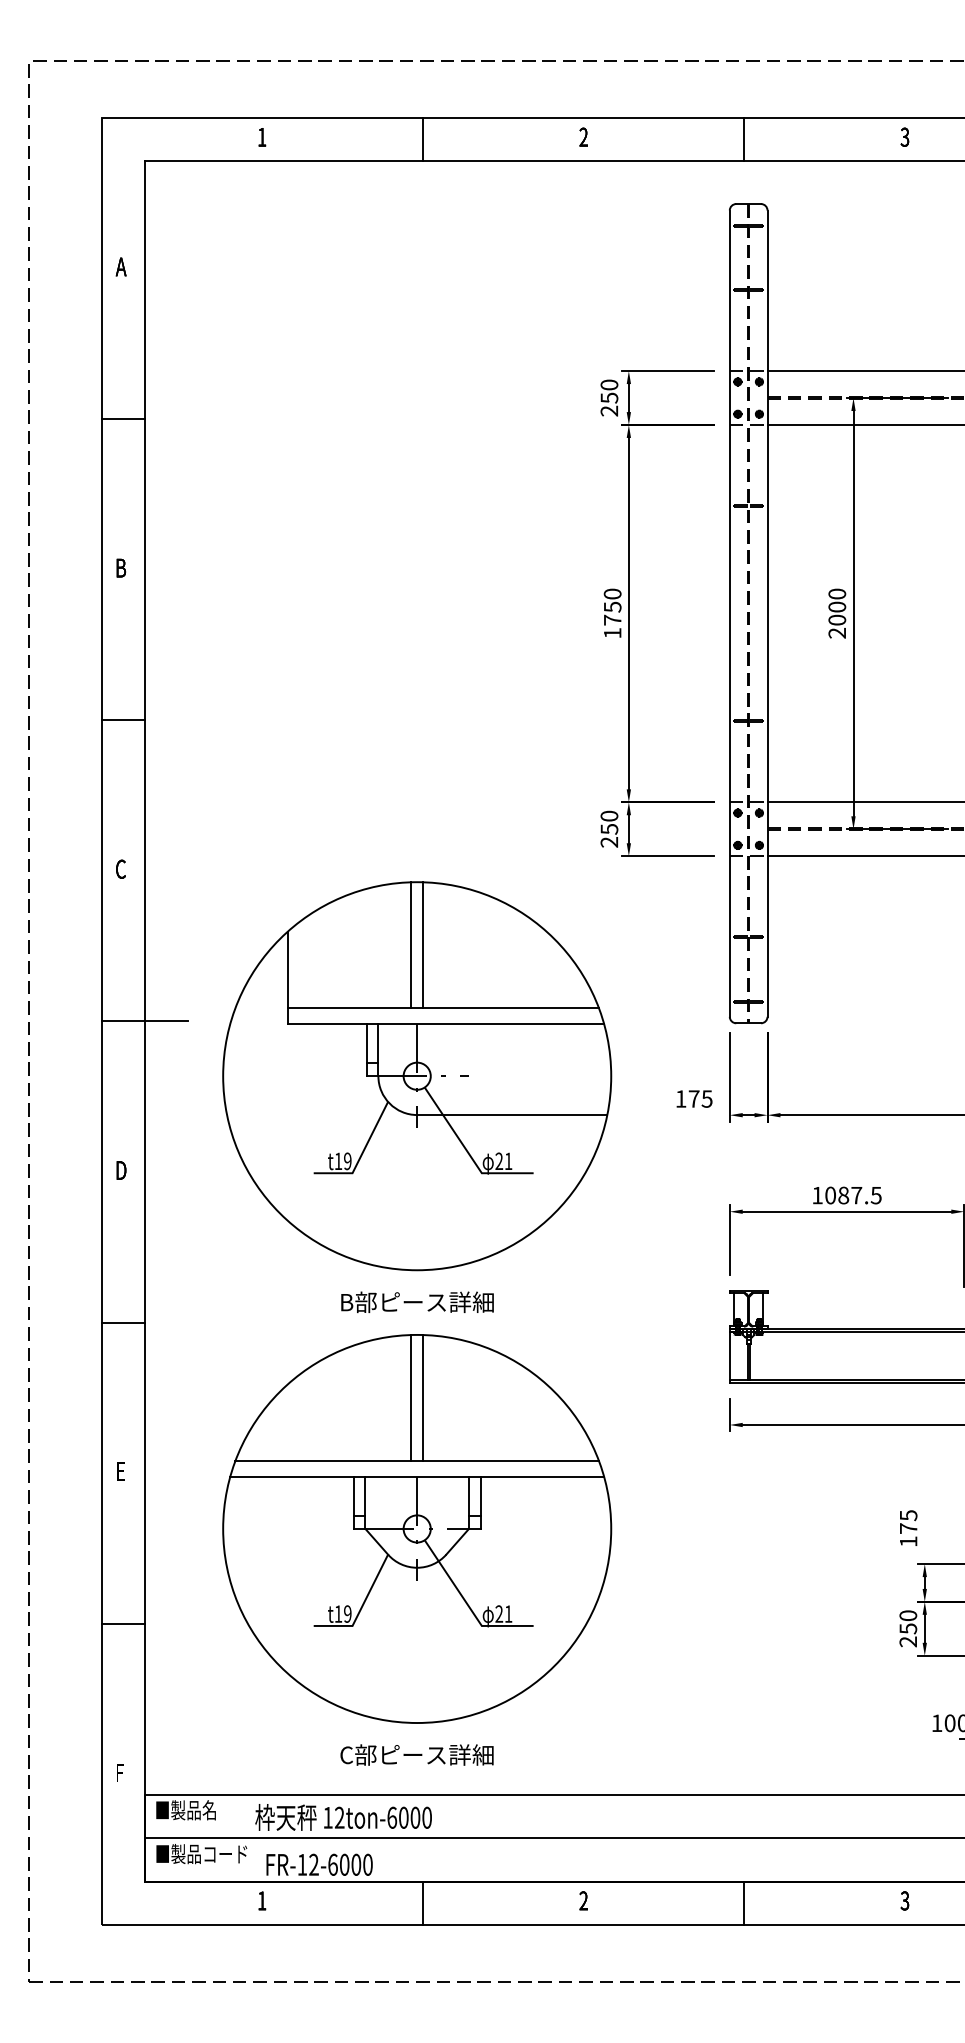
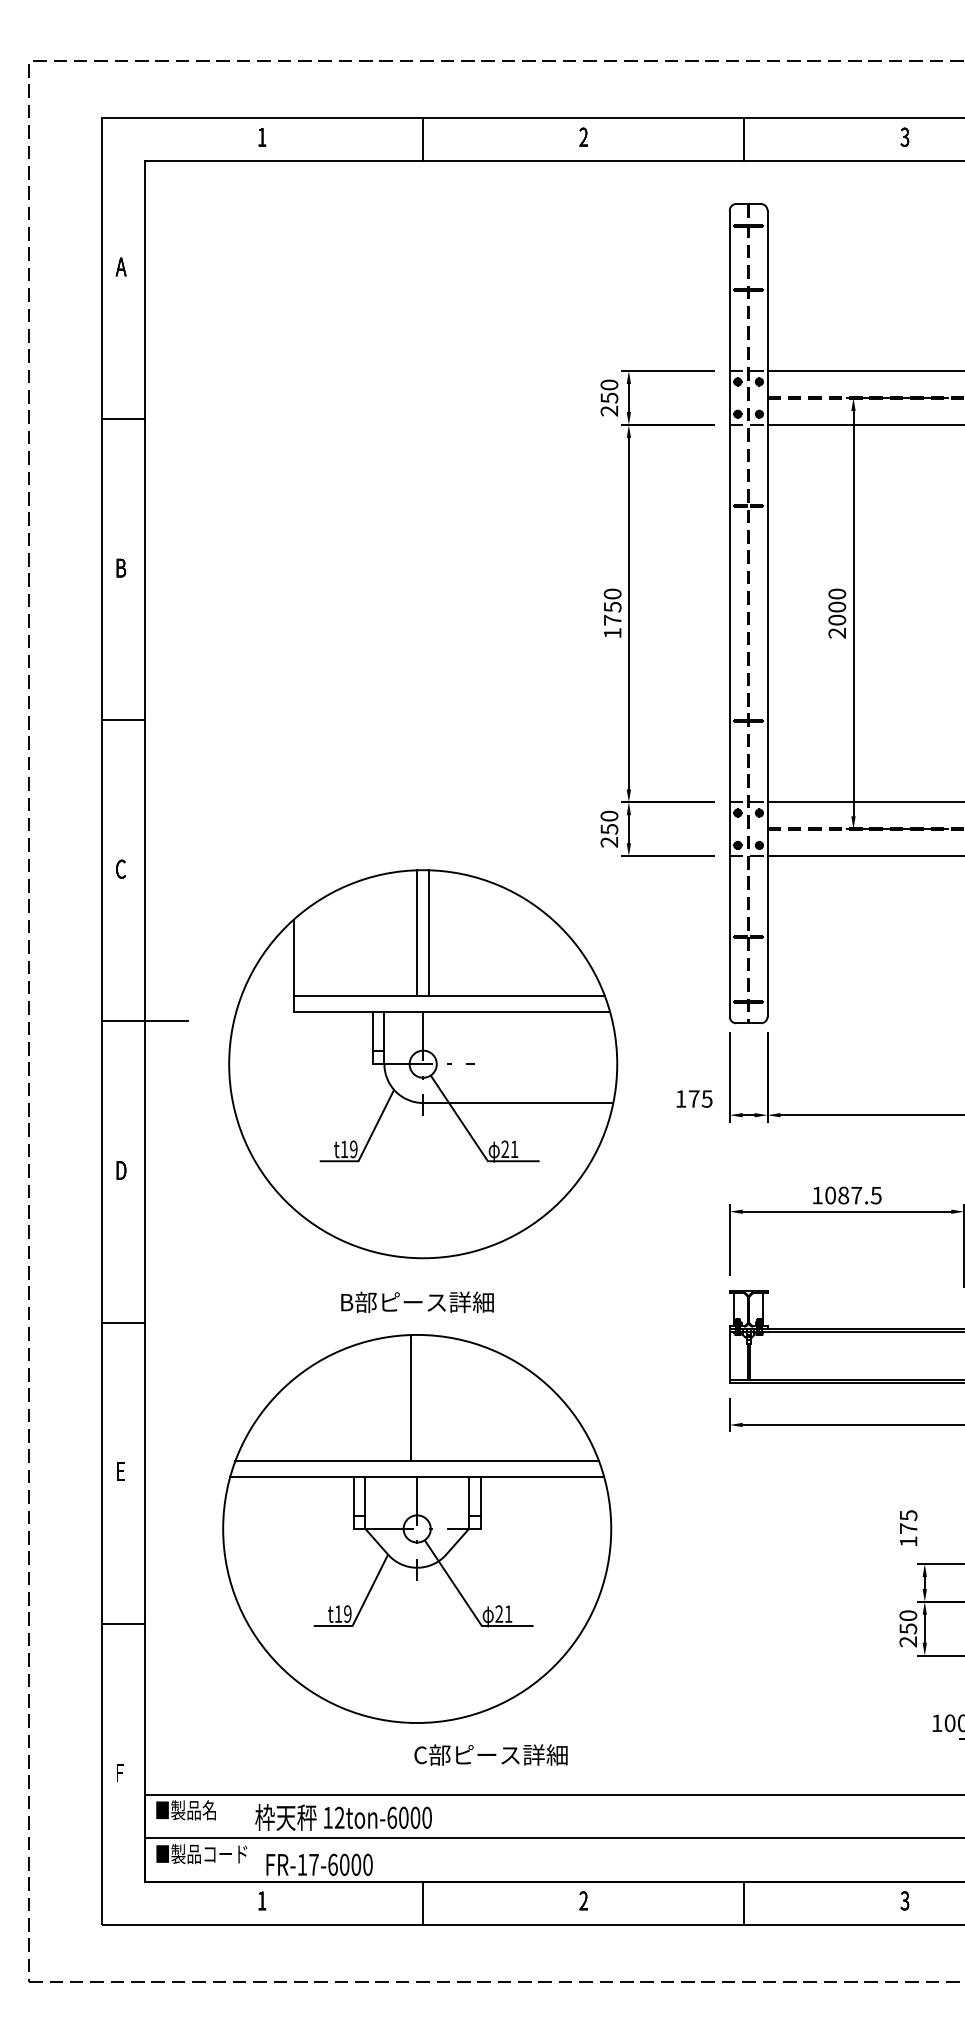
part at (417, 1076) position: (417, 1076) -> (423, 1064)
line at (423, 1398): present -> none
text at (416, 1754) position: (416, 1754) -> (490, 1754)
text at (313, 1864): FR-12-6000 -> FR-17-6000
